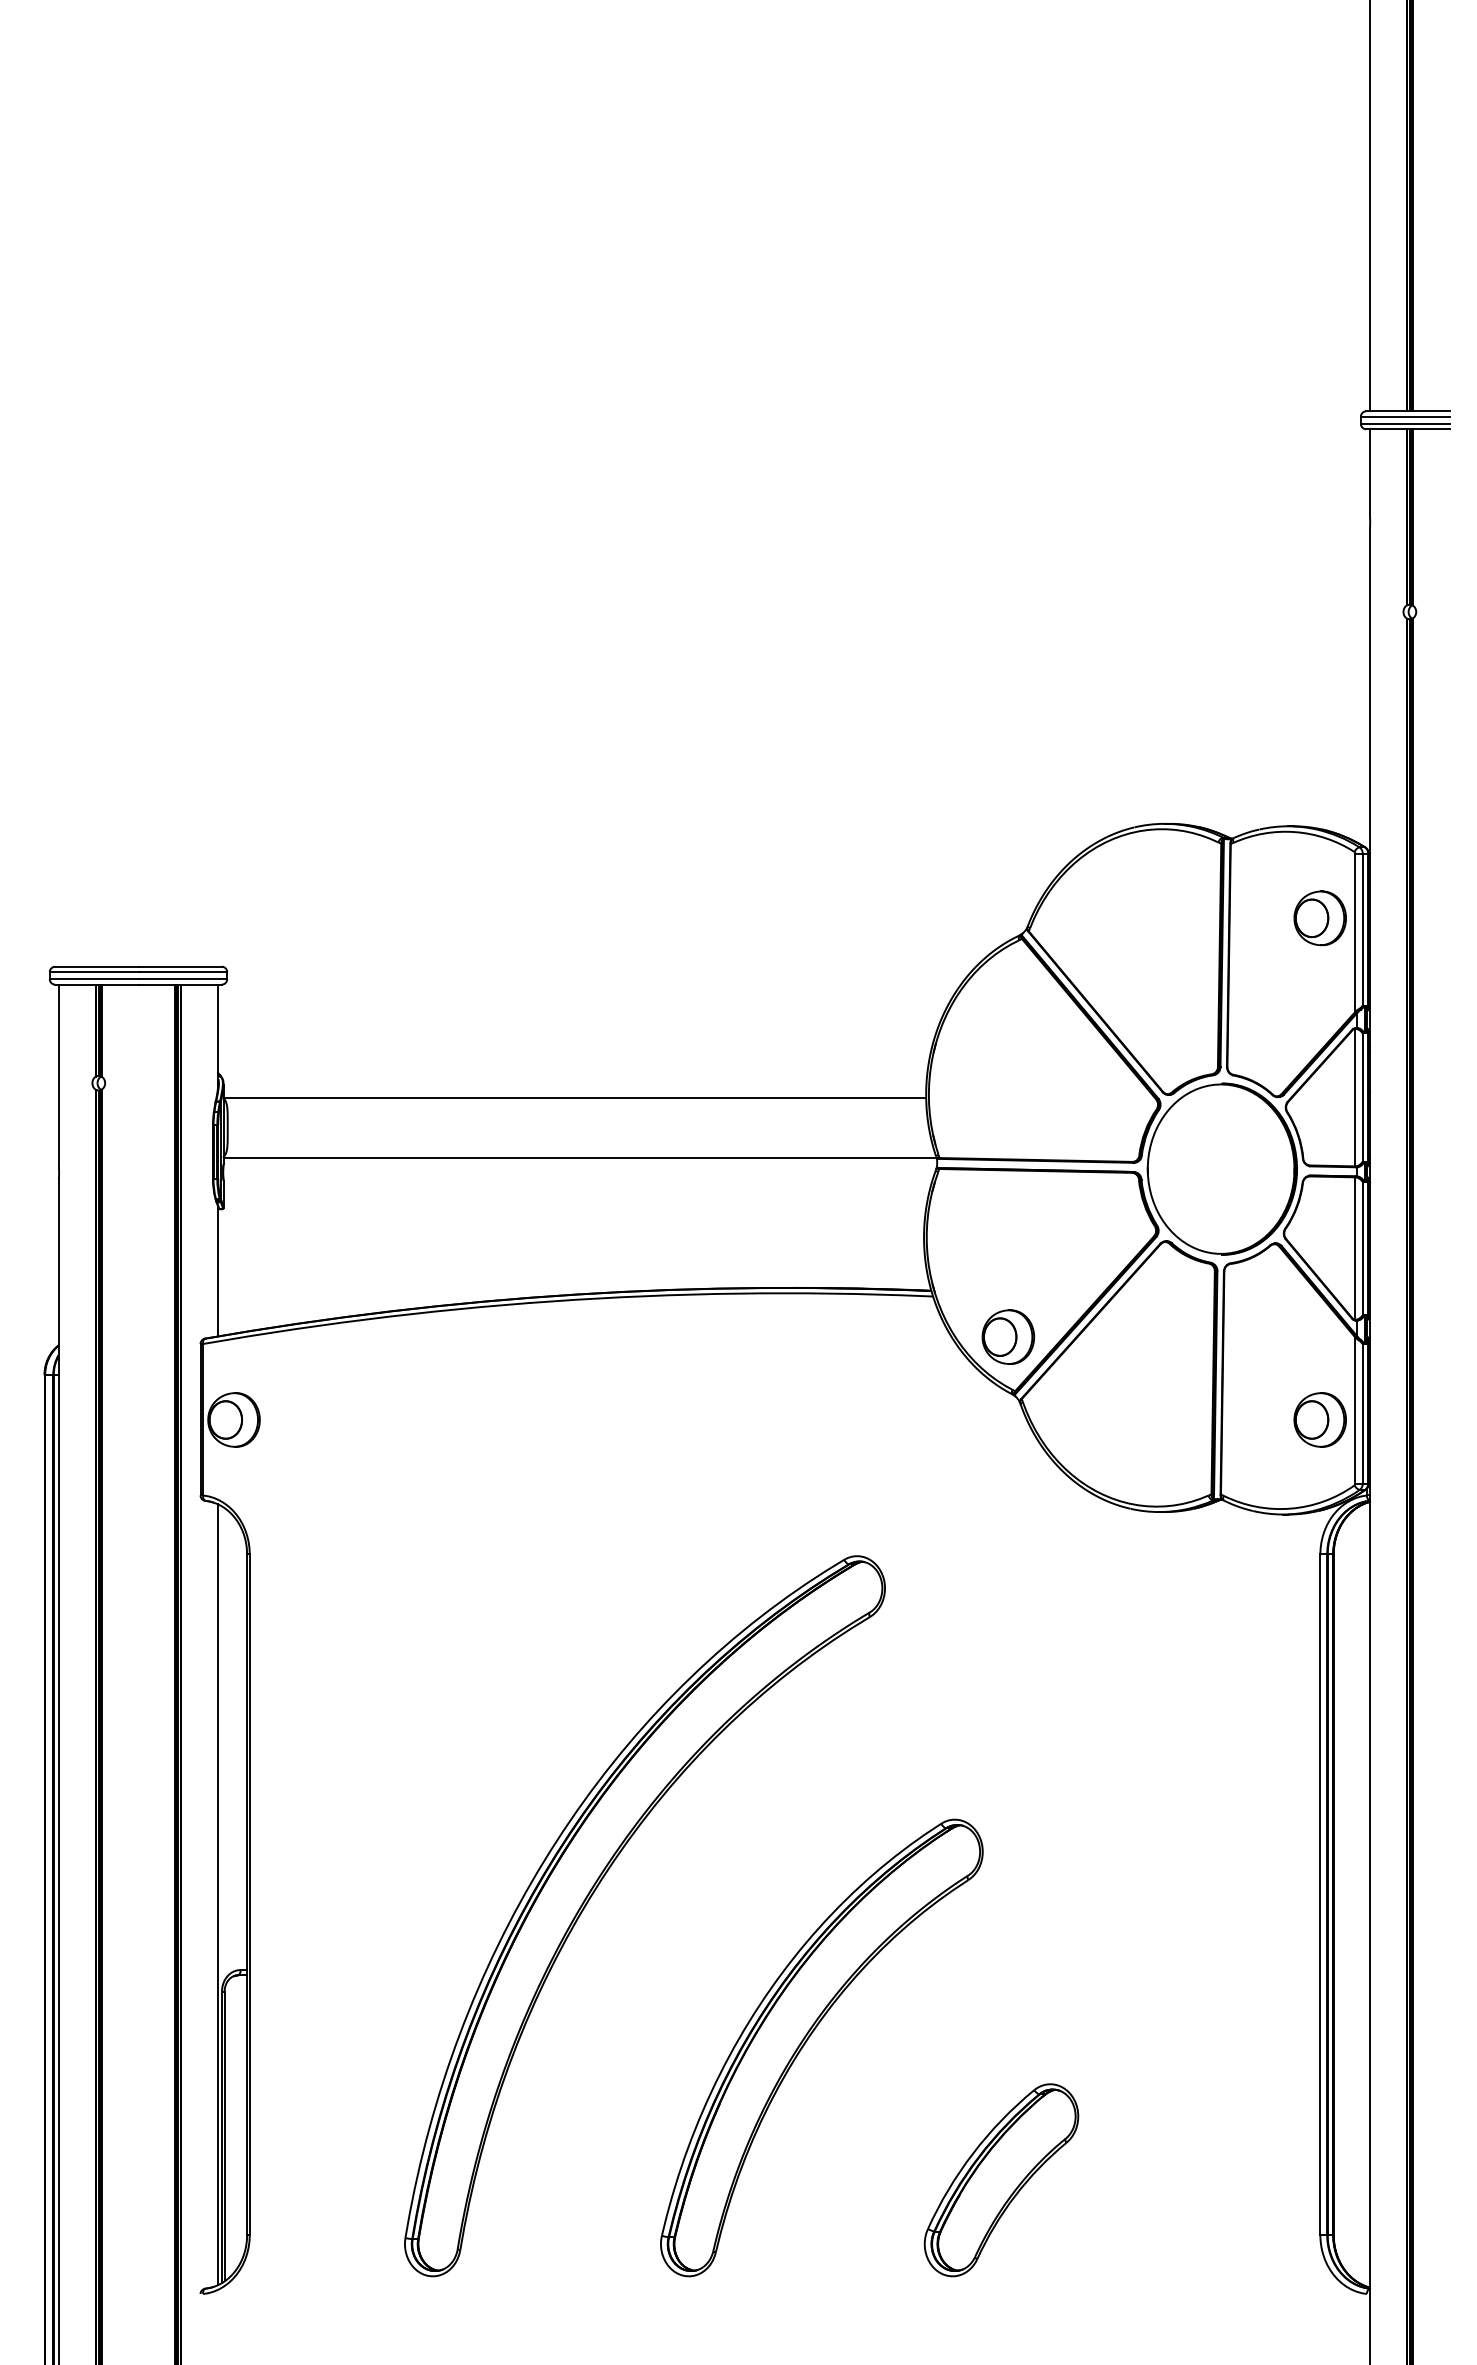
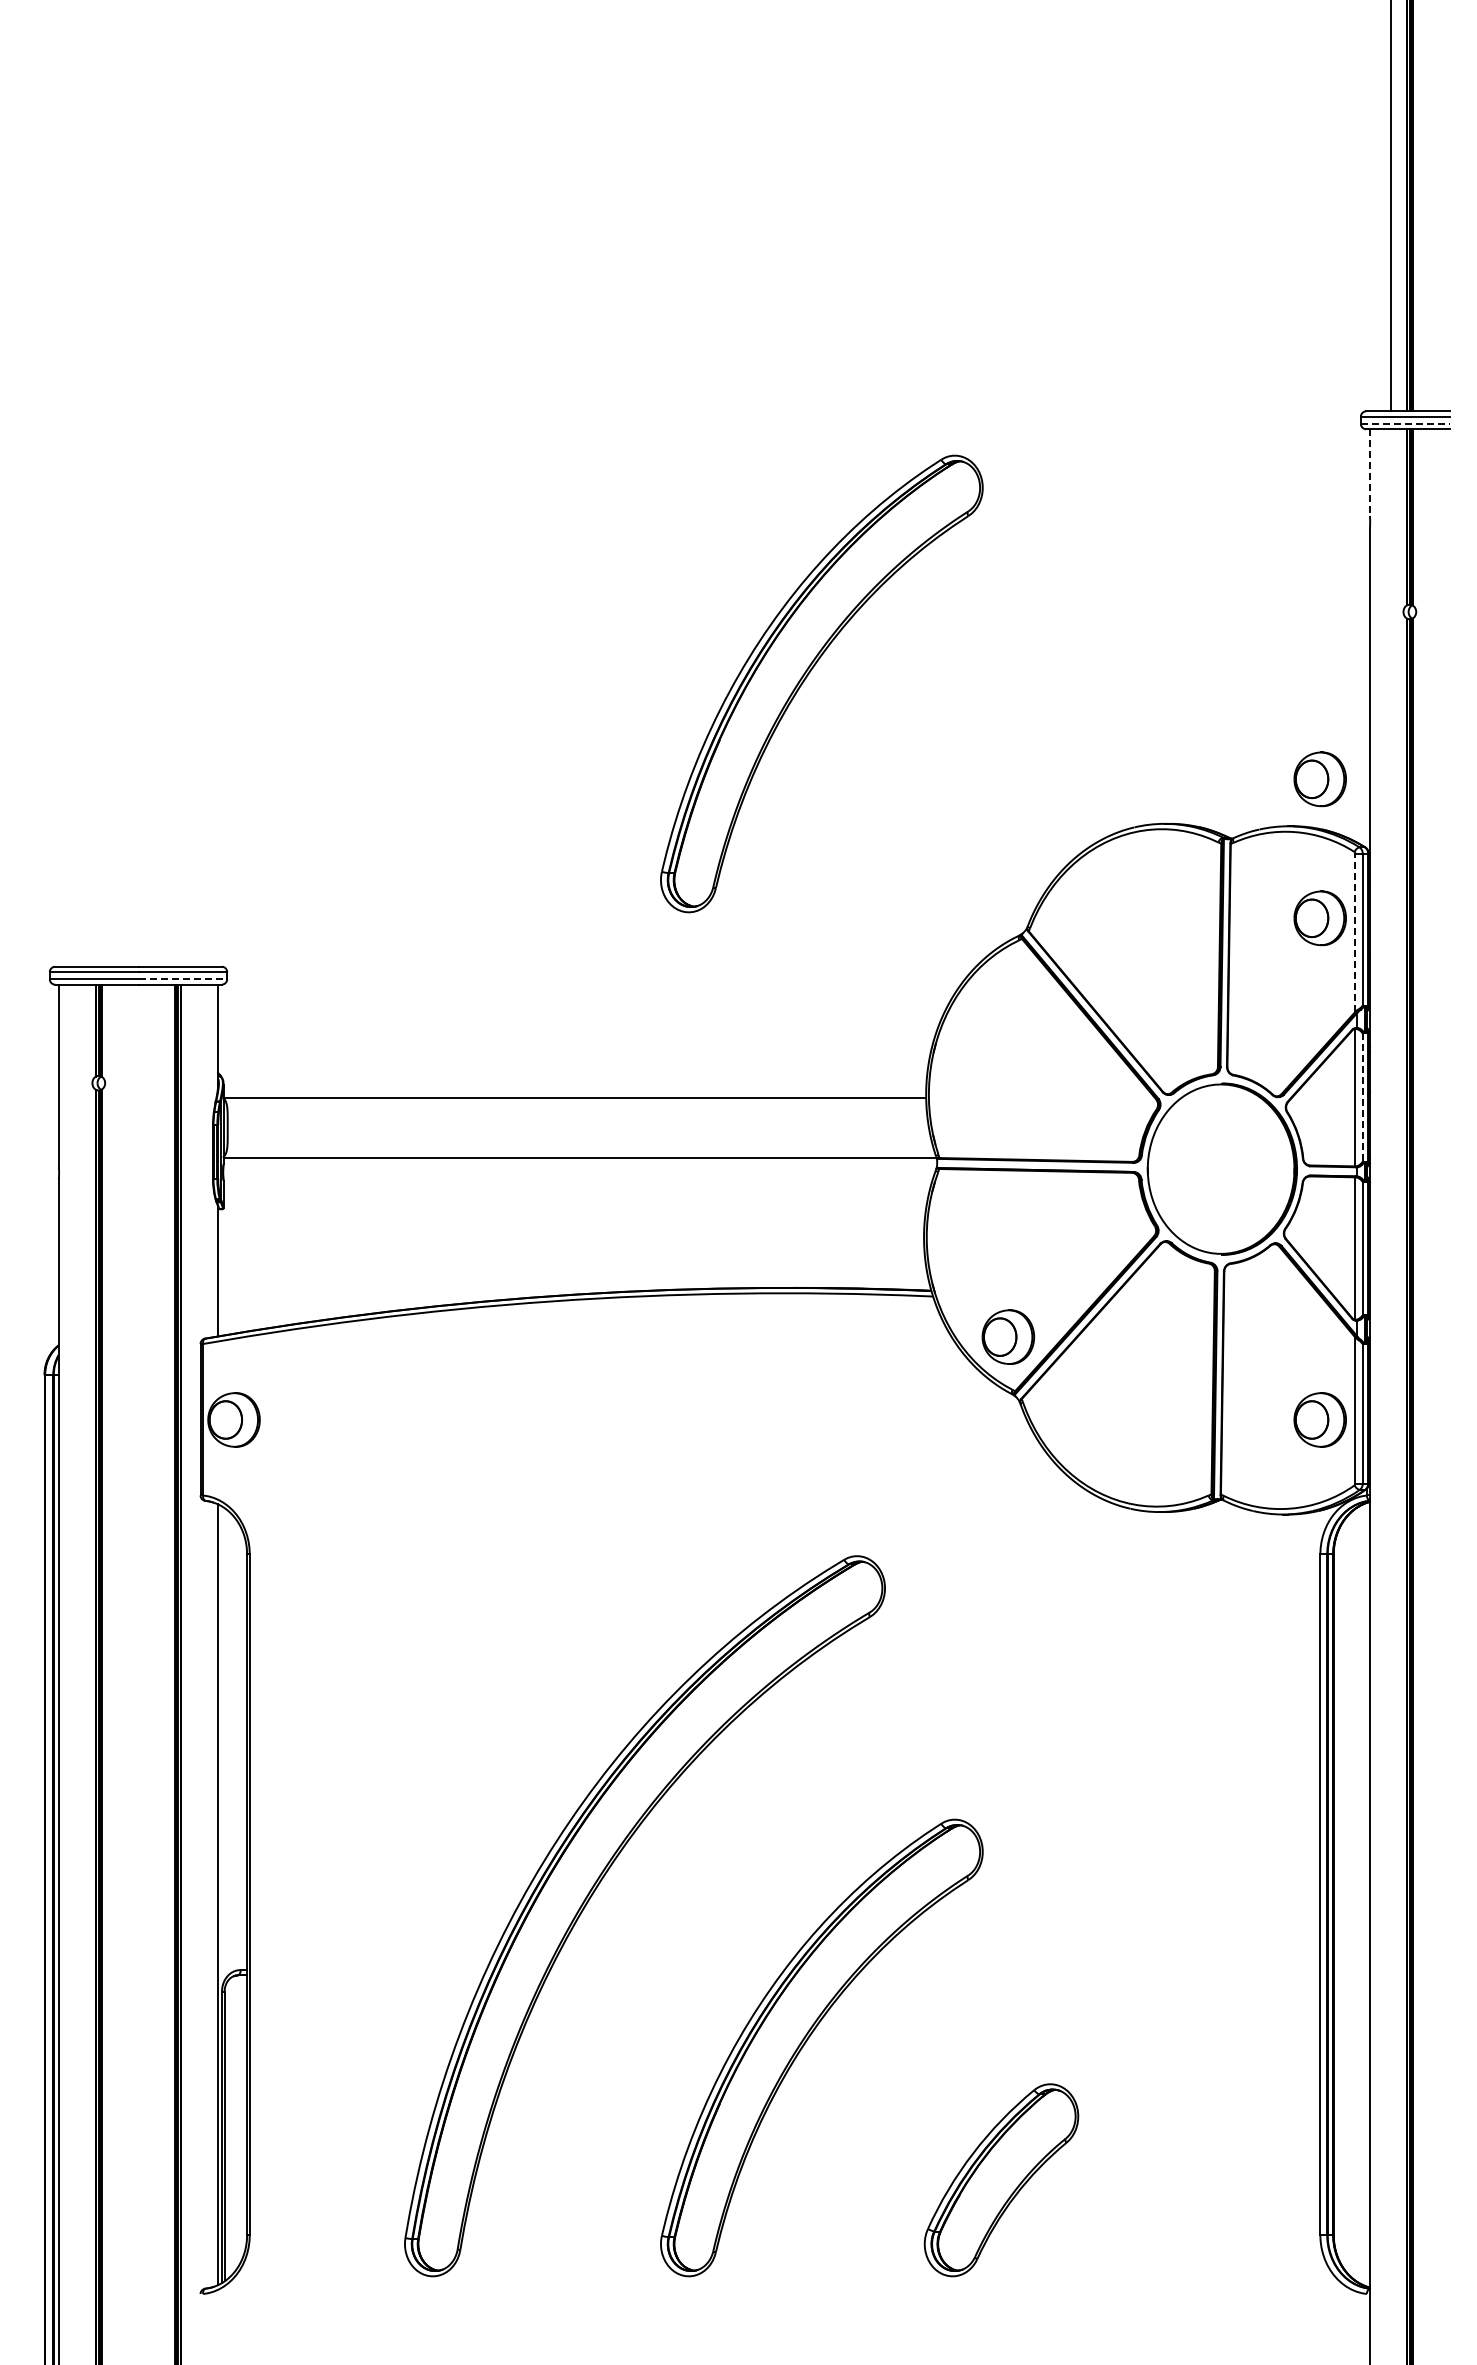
line at (1369, 206) position: (1369, 206) -> (1390, 206)
line at (1405, 423): solid -> dashed
line at (1369, 473): solid -> dashed
part at (809, 674): none -> present
part at (1319, 779): none -> present
line at (1355, 932): solid -> dashed
line at (183, 979): solid -> dashed
line at (1362, 1098): solid -> dashed
